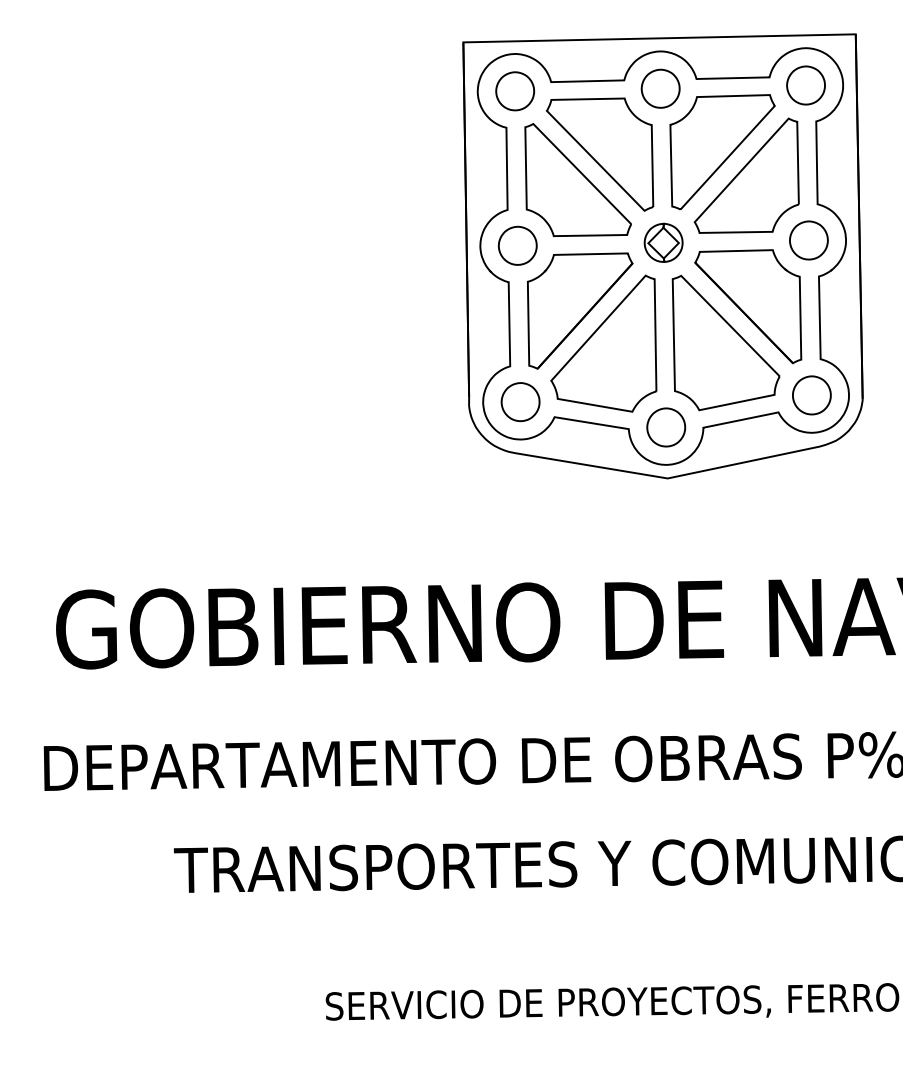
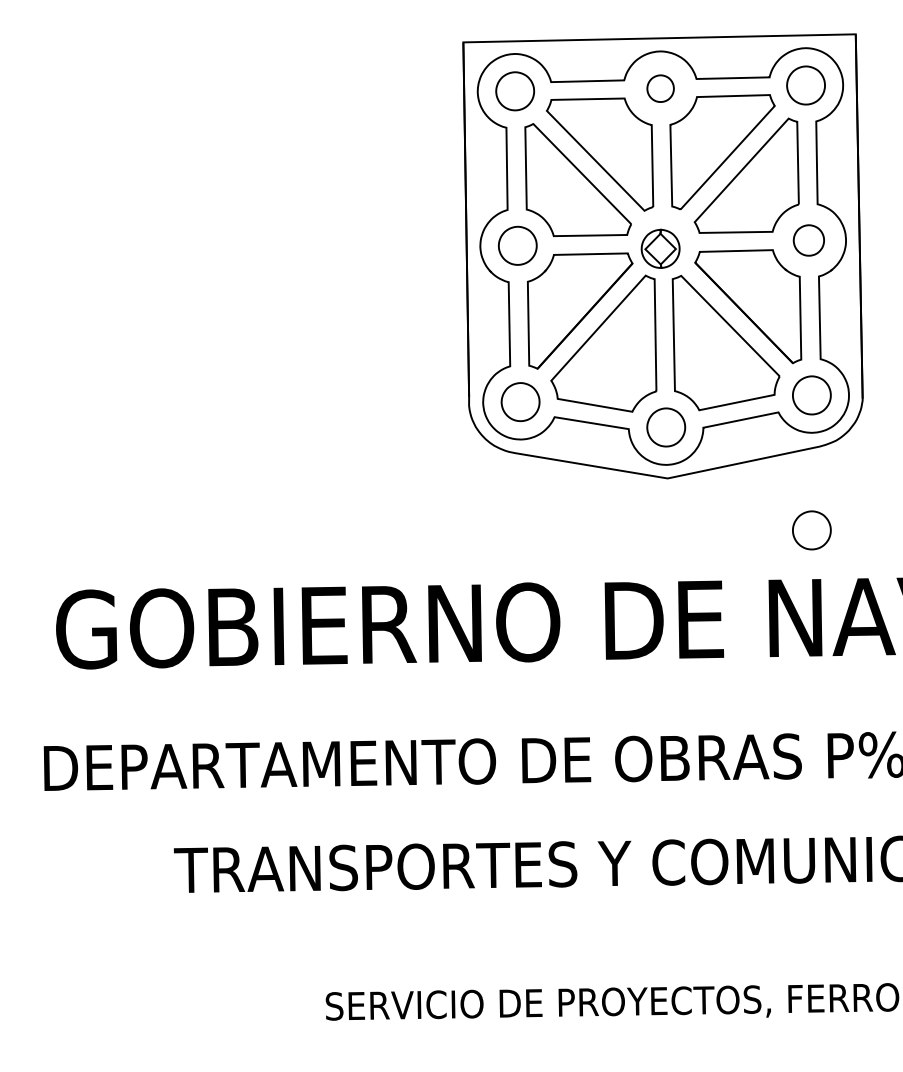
part at (660, 88) size: 41x41 px -> 29x29 px
part at (808, 240) size: 40x41 px -> 33x33 px
part at (663, 242) position: (663, 242) -> (660, 248)
part at (811, 530): none -> present
